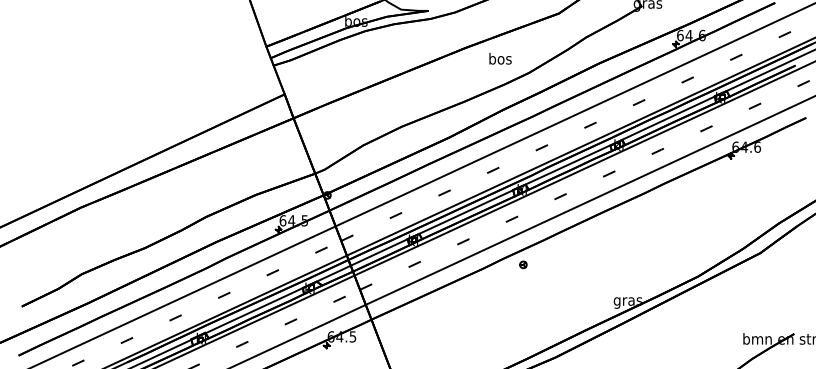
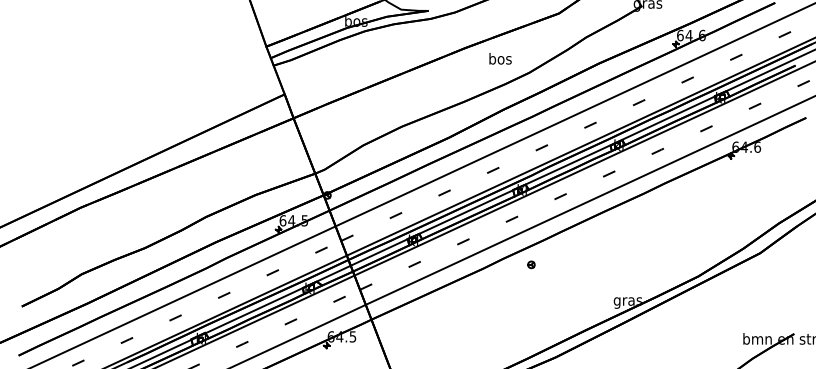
part at (523, 264) position: (523, 264) -> (531, 264)
